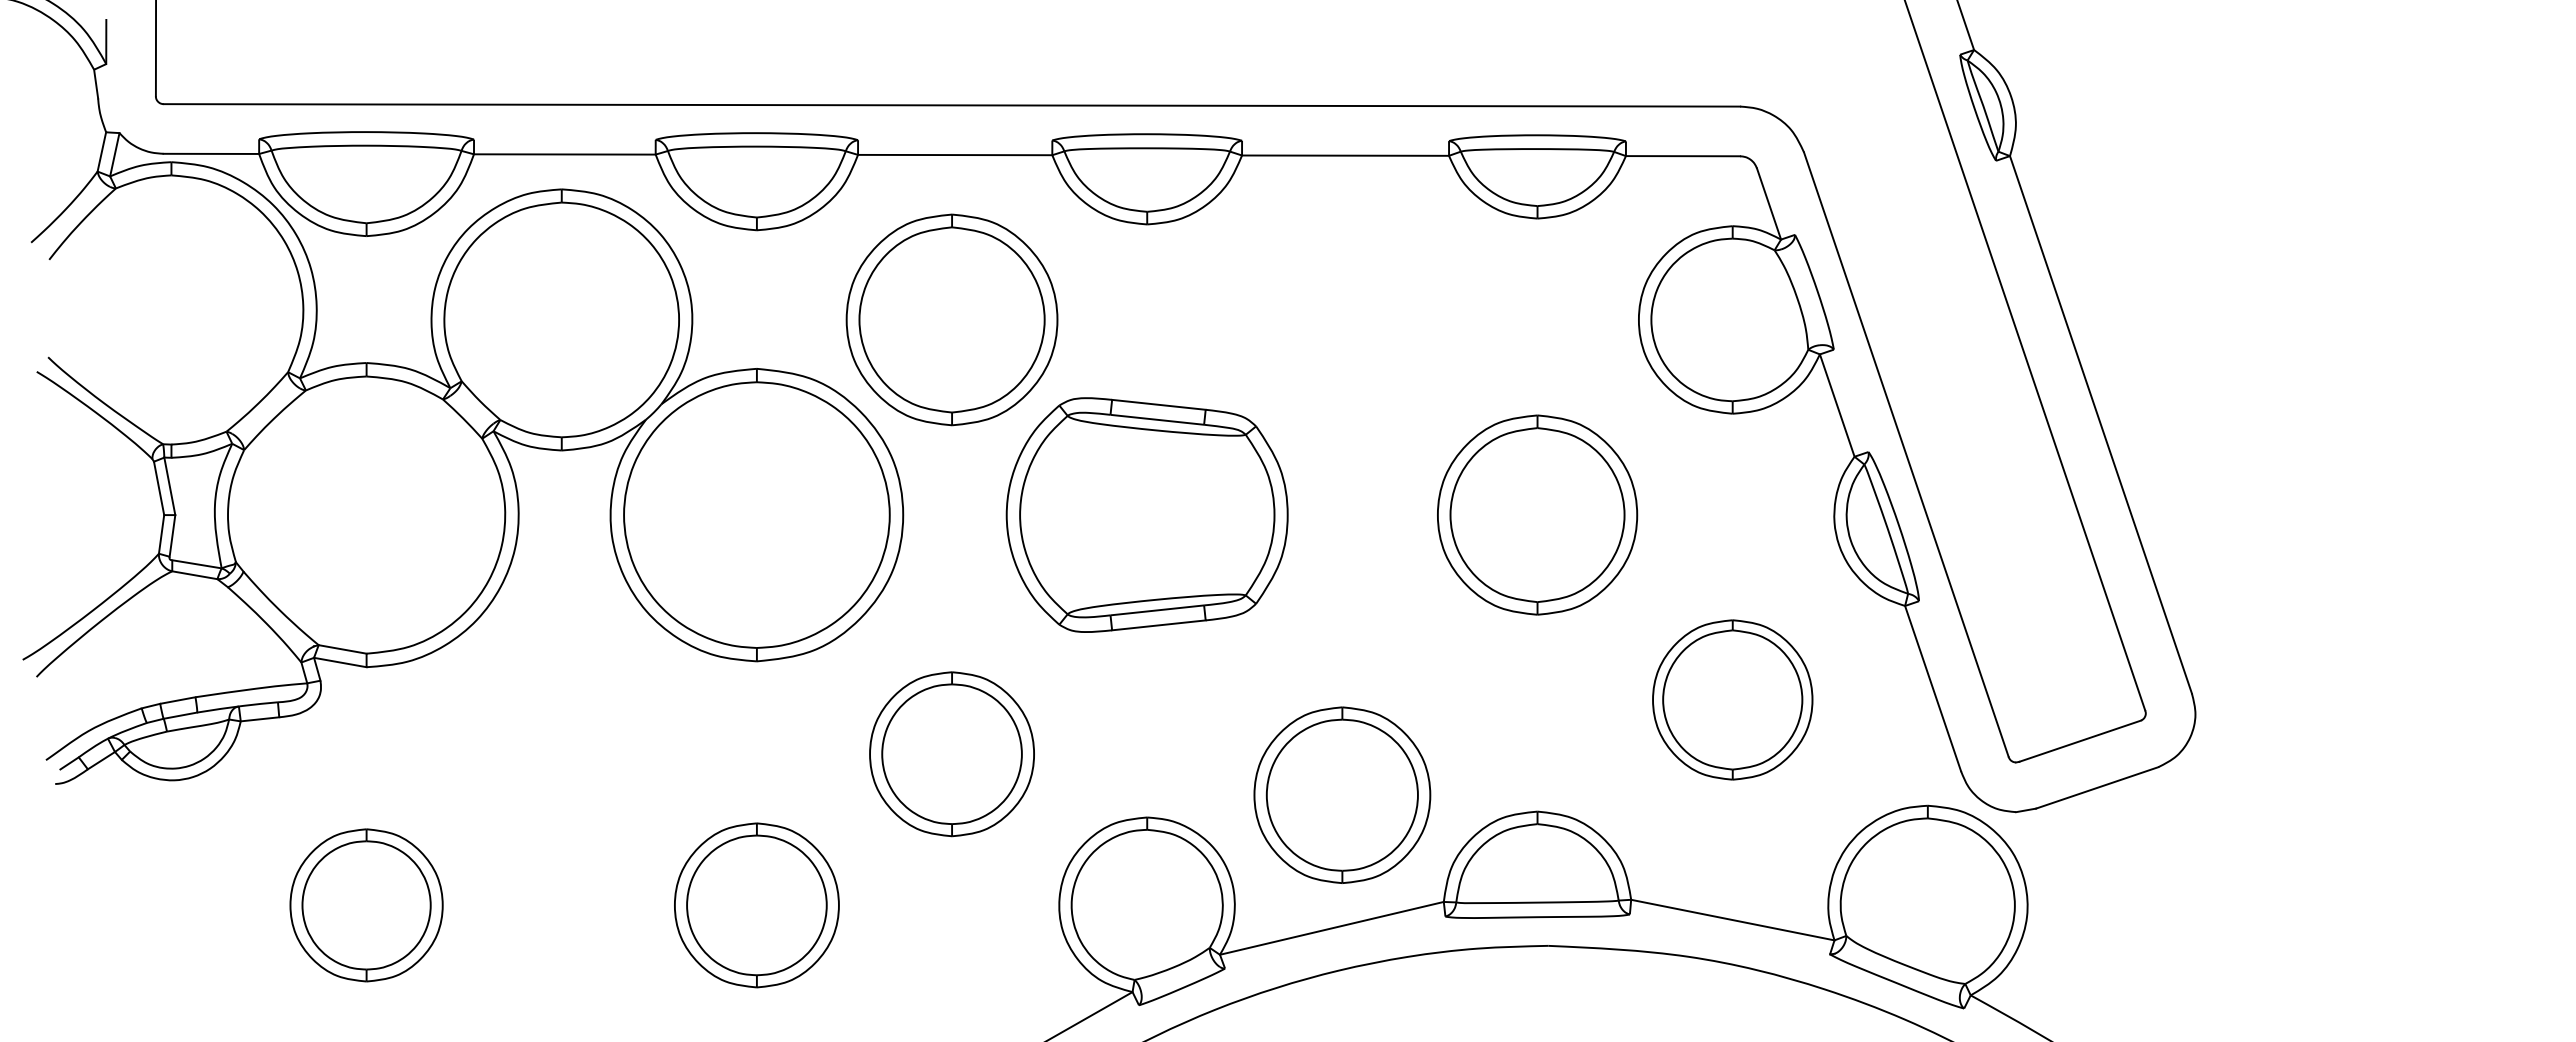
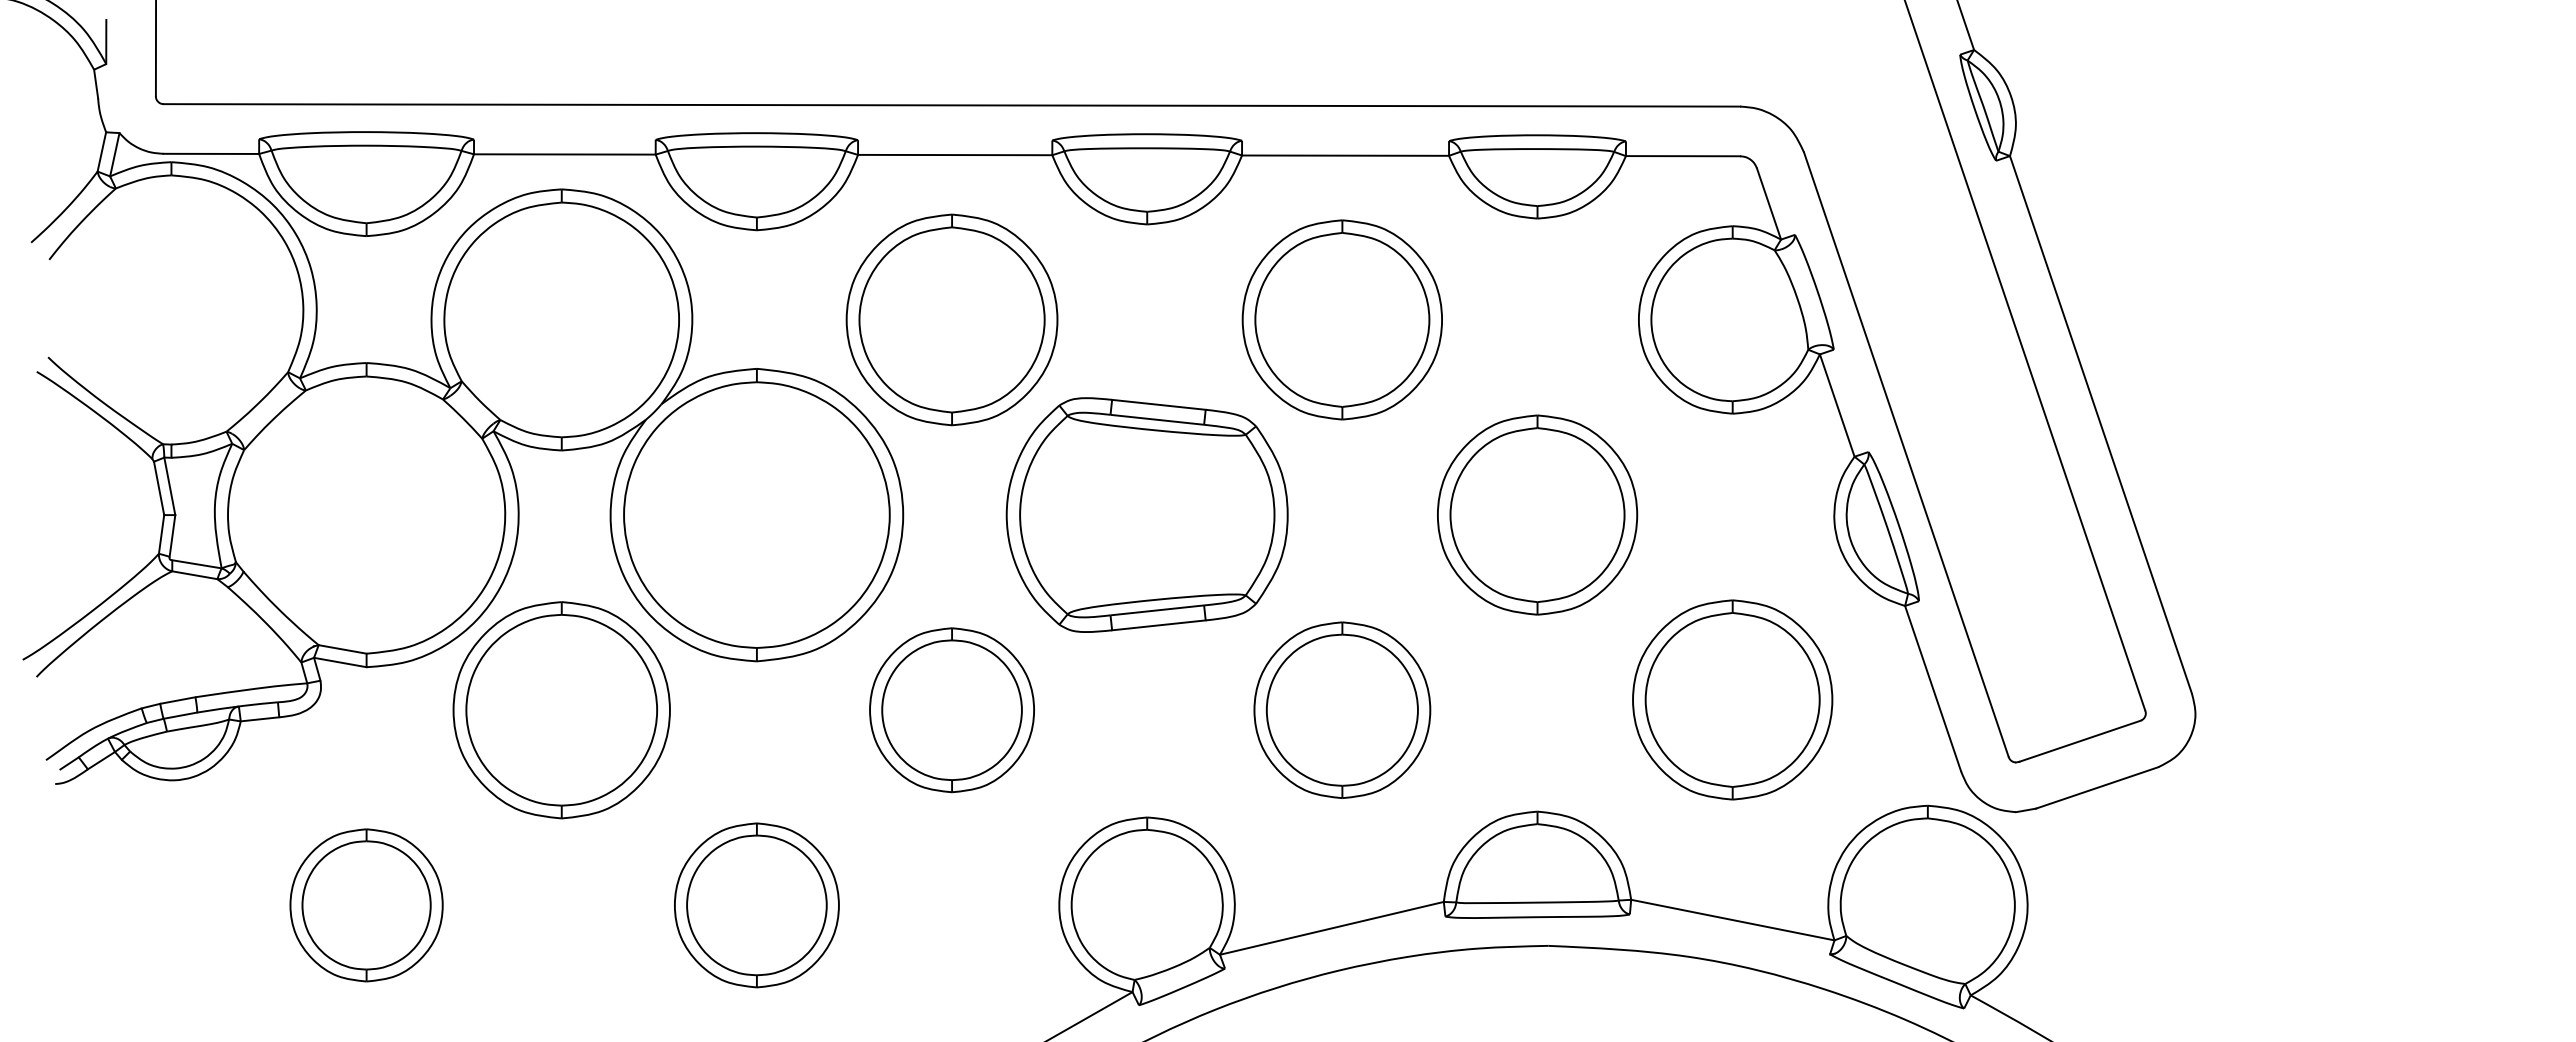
part at (1341, 319): none -> present
part at (1732, 699) size: 162x162 px -> 202x202 px
part at (561, 710): none -> present
part at (951, 754) position: (951, 754) -> (951, 710)
part at (1342, 794) position: (1342, 794) -> (1342, 709)
